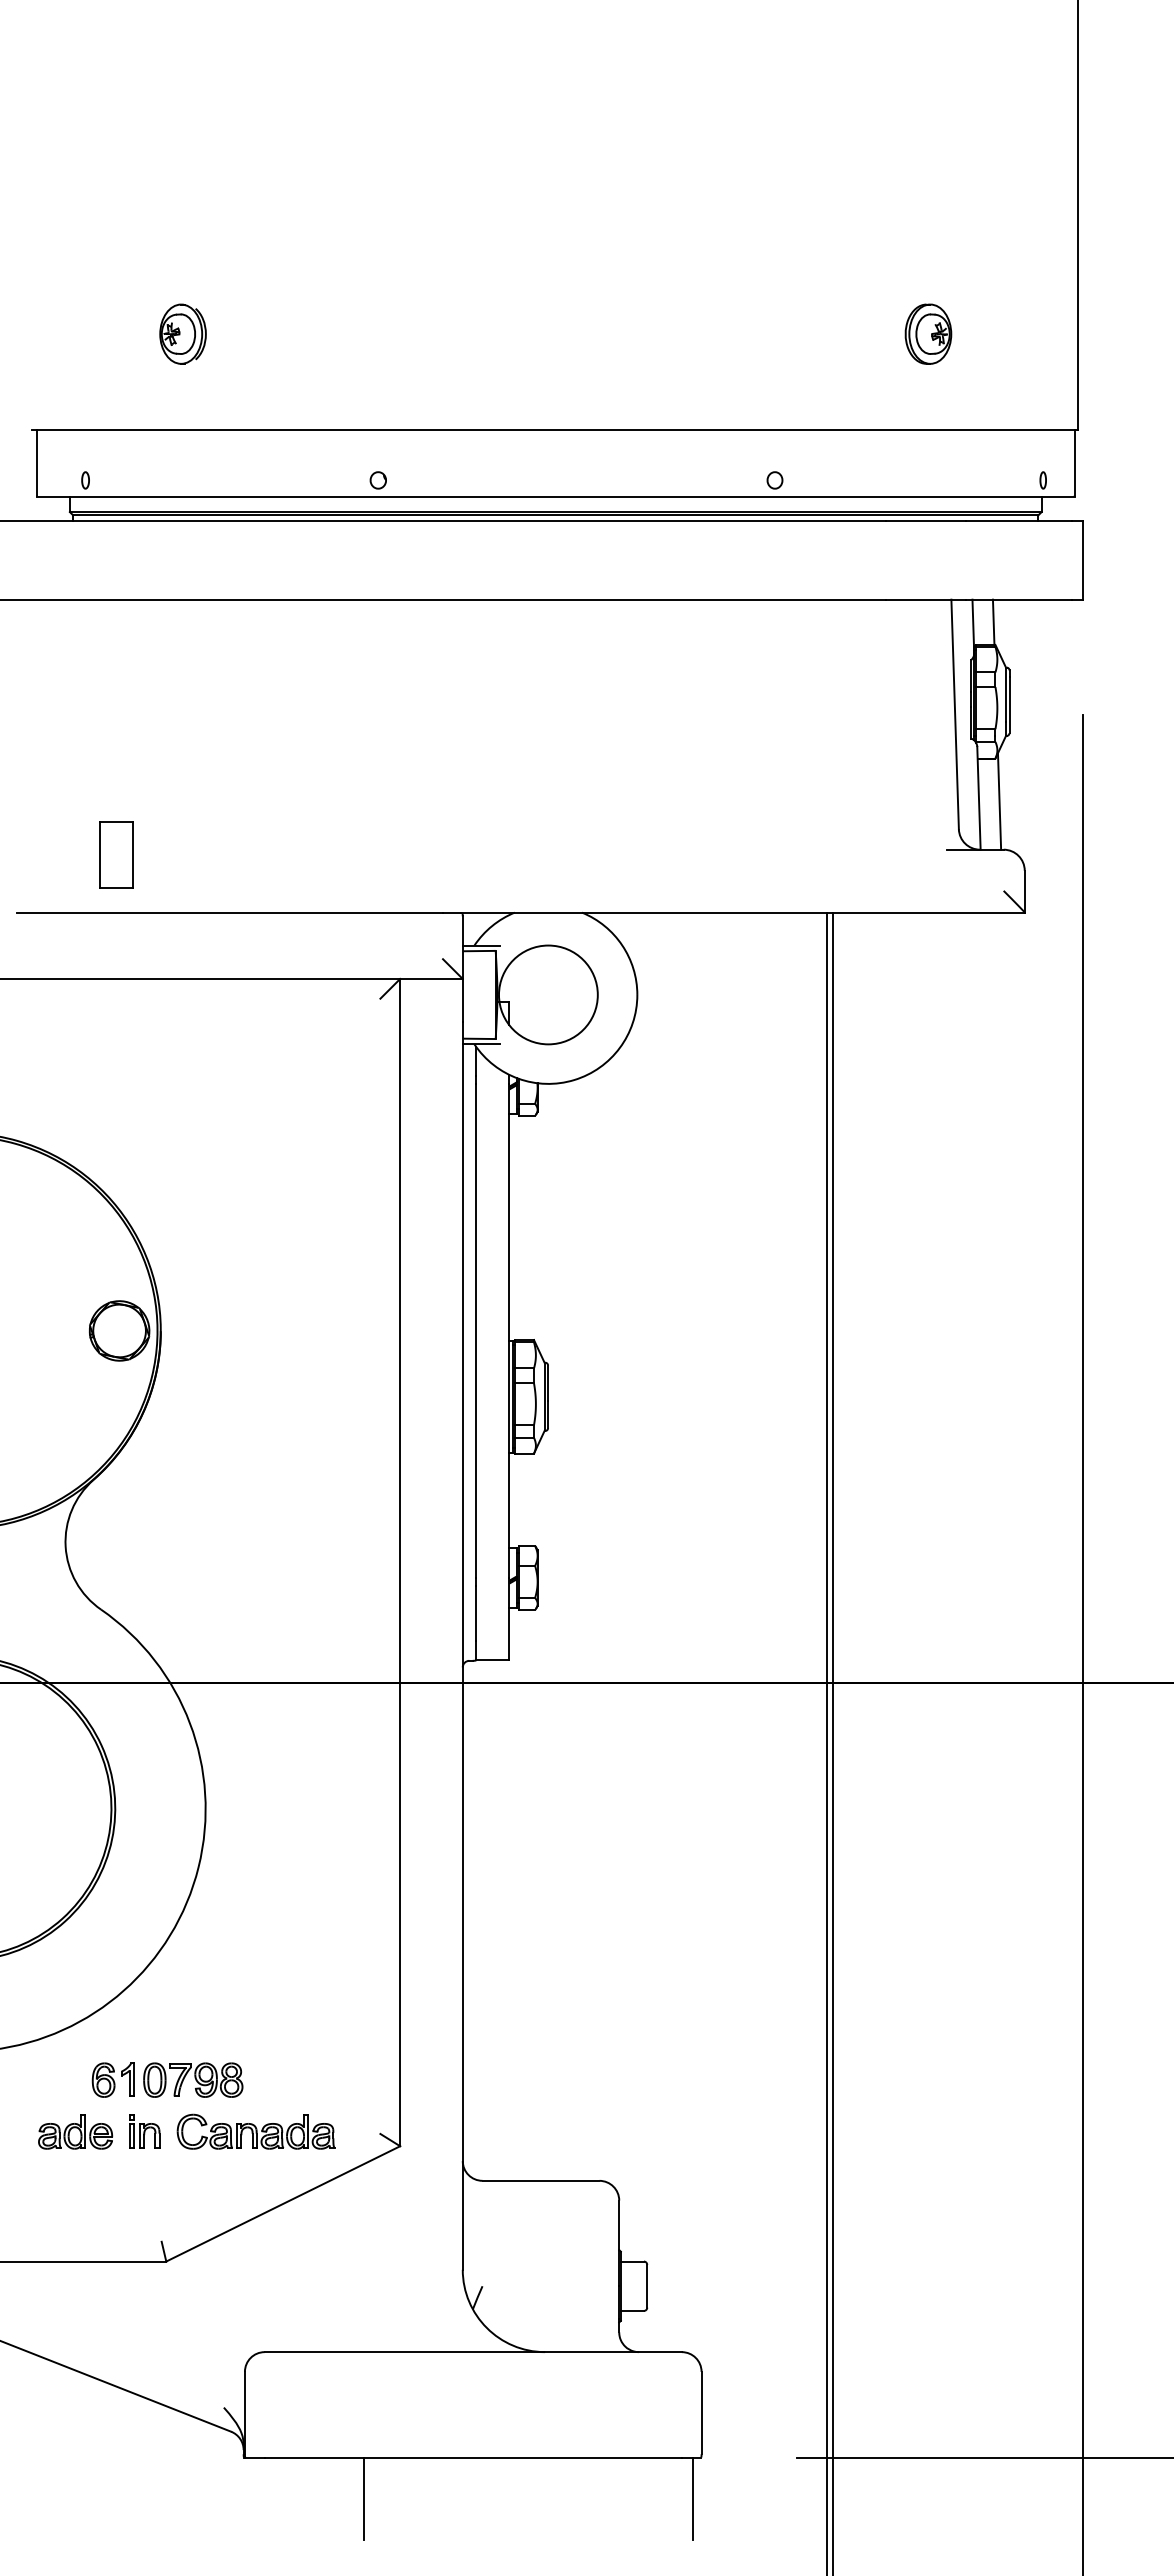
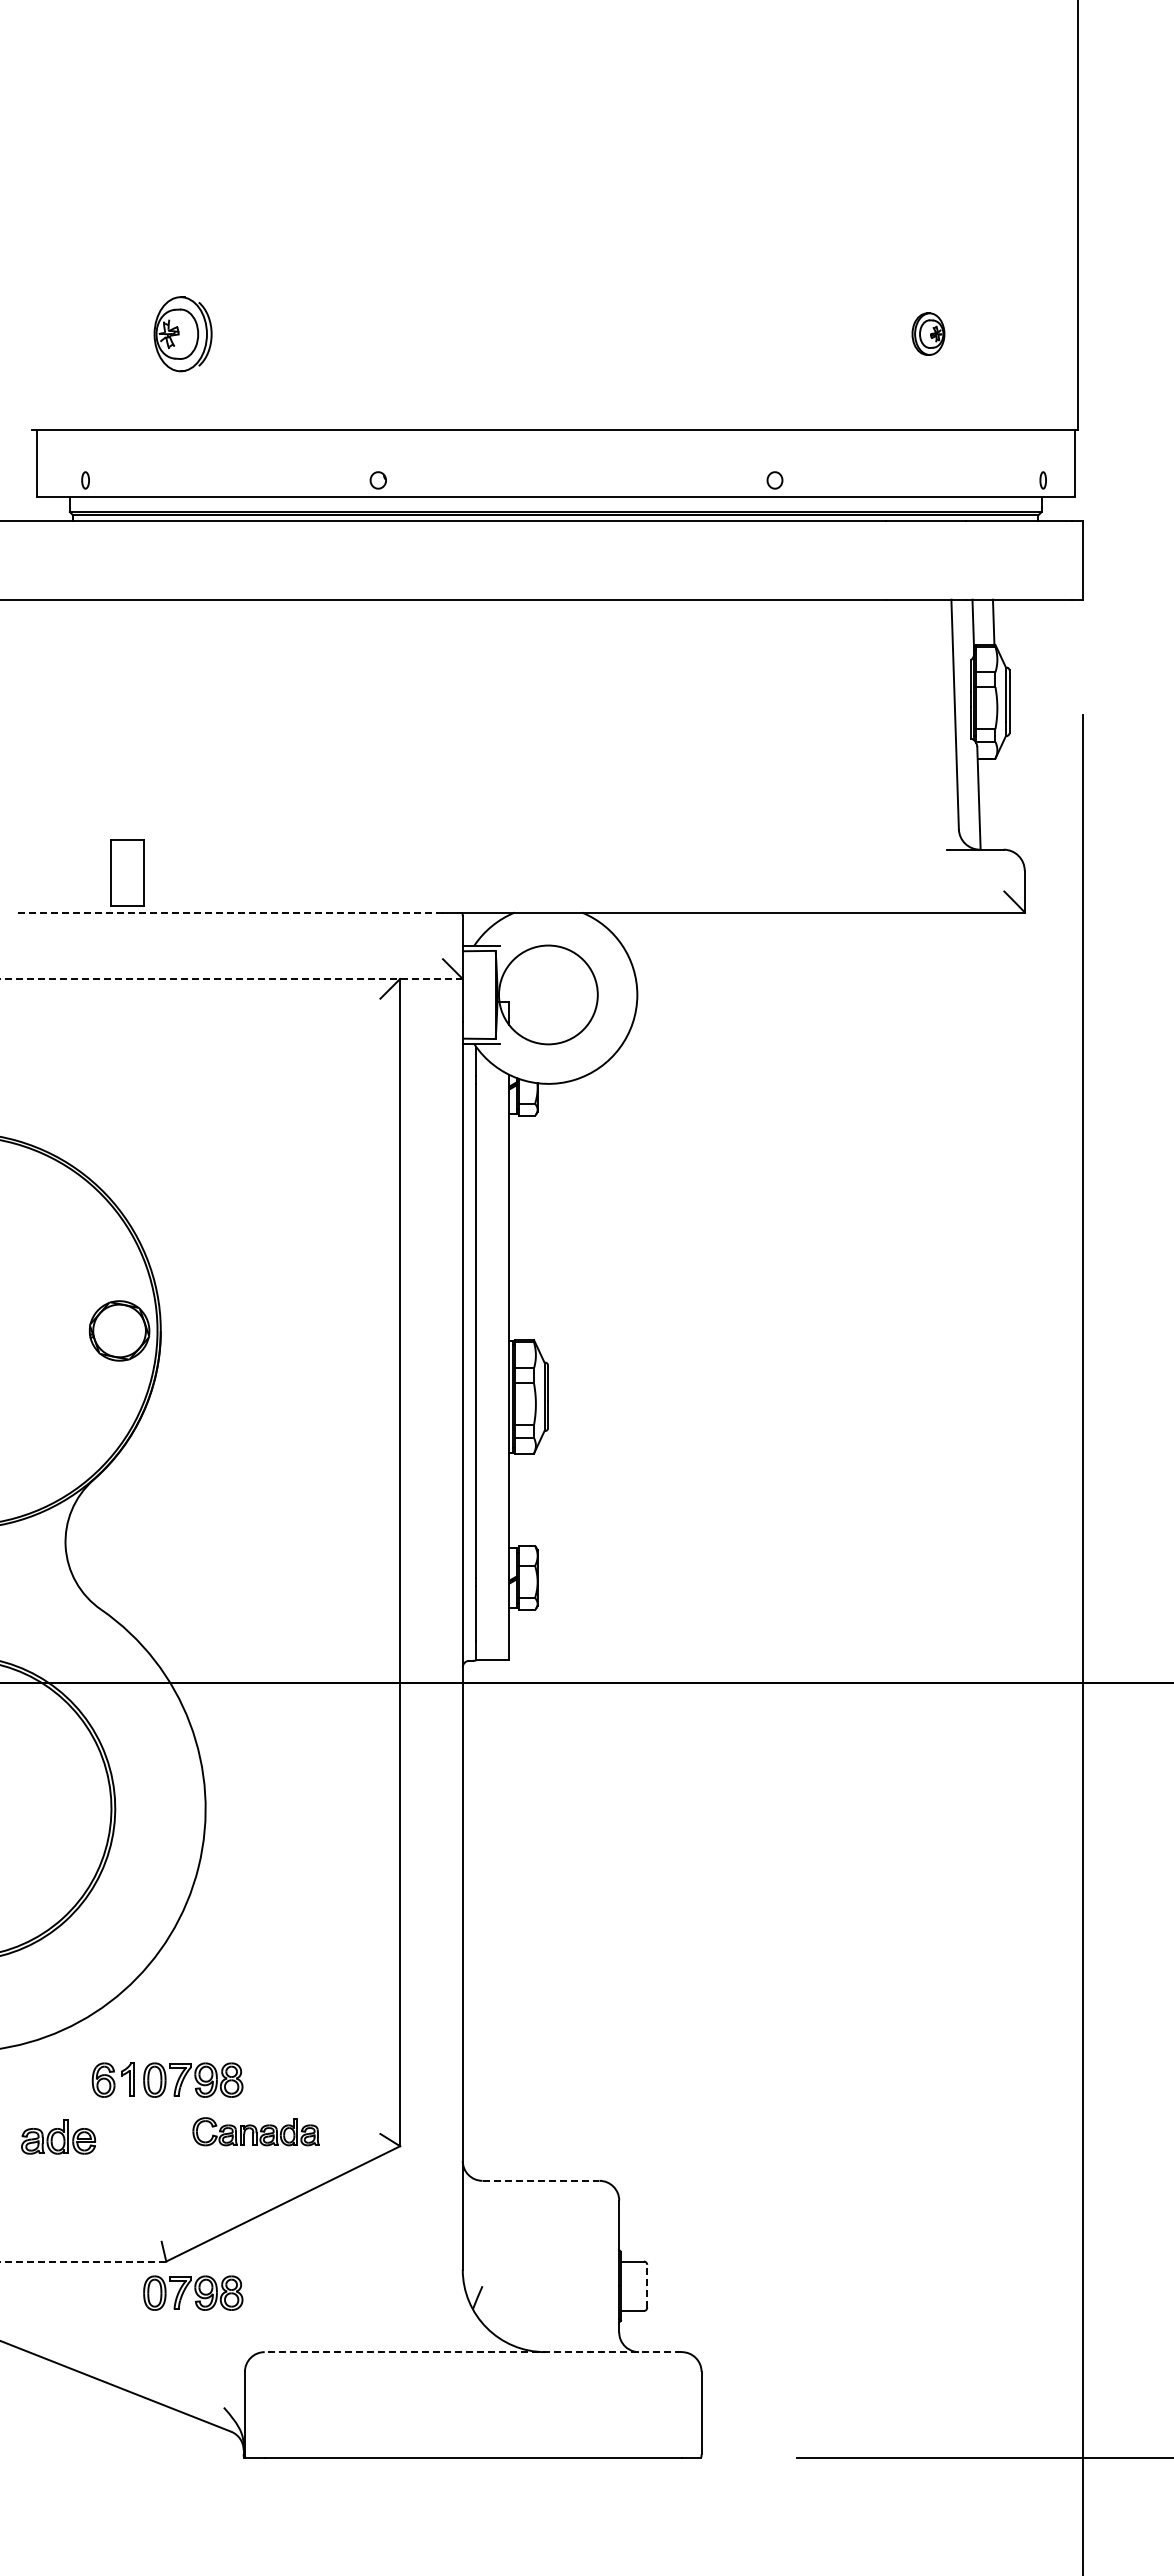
part at (182, 333) size: 48x62 px -> 60x77 px
part at (928, 333) size: 49x62 px -> 35x44 px
line at (999, 801): present -> none
part at (116, 854) position: (116, 854) -> (127, 872)
line at (229, 912): solid -> dashed
line at (232, 978): solid -> dashed
line at (826, 1742): present -> none
line at (833, 1742): present -> none
part at (75, 2131) position: (75, 2131) -> (58, 2136)
part at (144, 2131): present -> none
part at (255, 2131) size: 160x37 px -> 128x30 px
line at (541, 2180): solid -> dashed
line at (82, 2261): solid -> dashed
line at (647, 2285): solid -> dashed
part at (193, 2292): none -> present
line at (473, 2352): solid -> dashed
line at (363, 2498): present -> none
line at (693, 2498): present -> none
